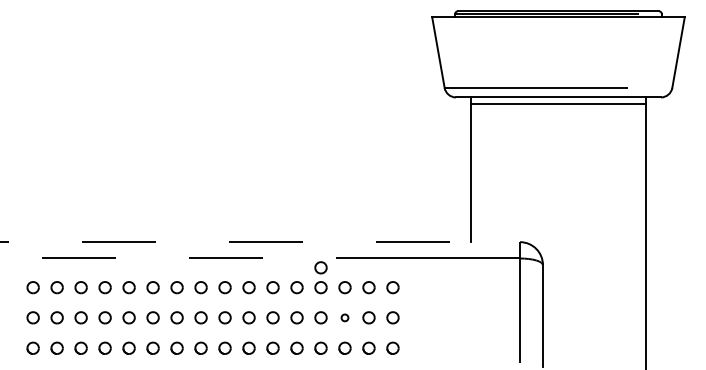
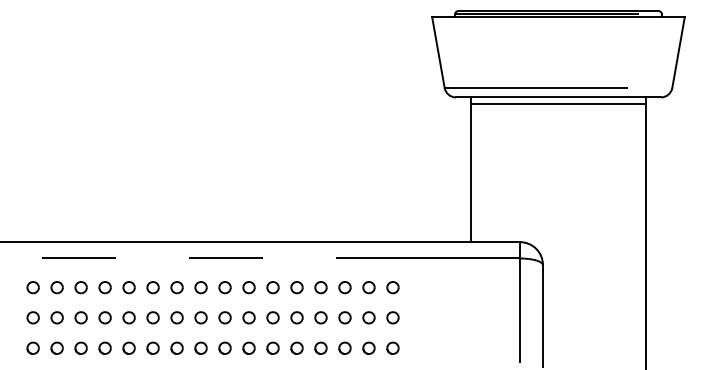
line at (260, 242): dashed -> solid
part at (320, 267): present -> none
part at (344, 317) size: 10x10 px -> 14x14 px
